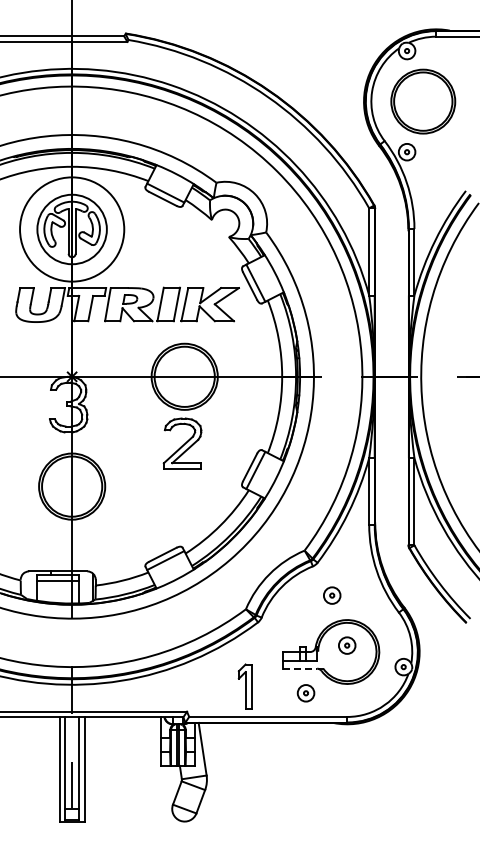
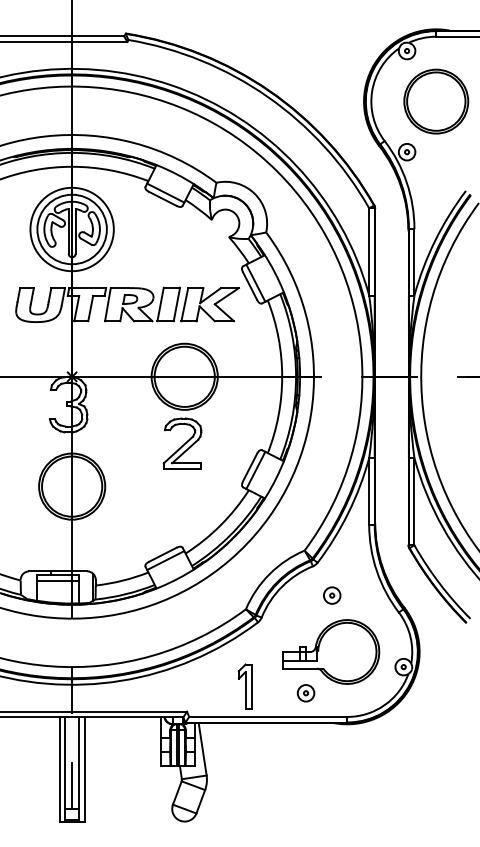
part at (423, 101) position: (423, 101) -> (436, 101)
circle at (72, 229) diameter: 104 px -> 83 px
part at (347, 645): present -> none
line at (300, 668): dashed -> solid
